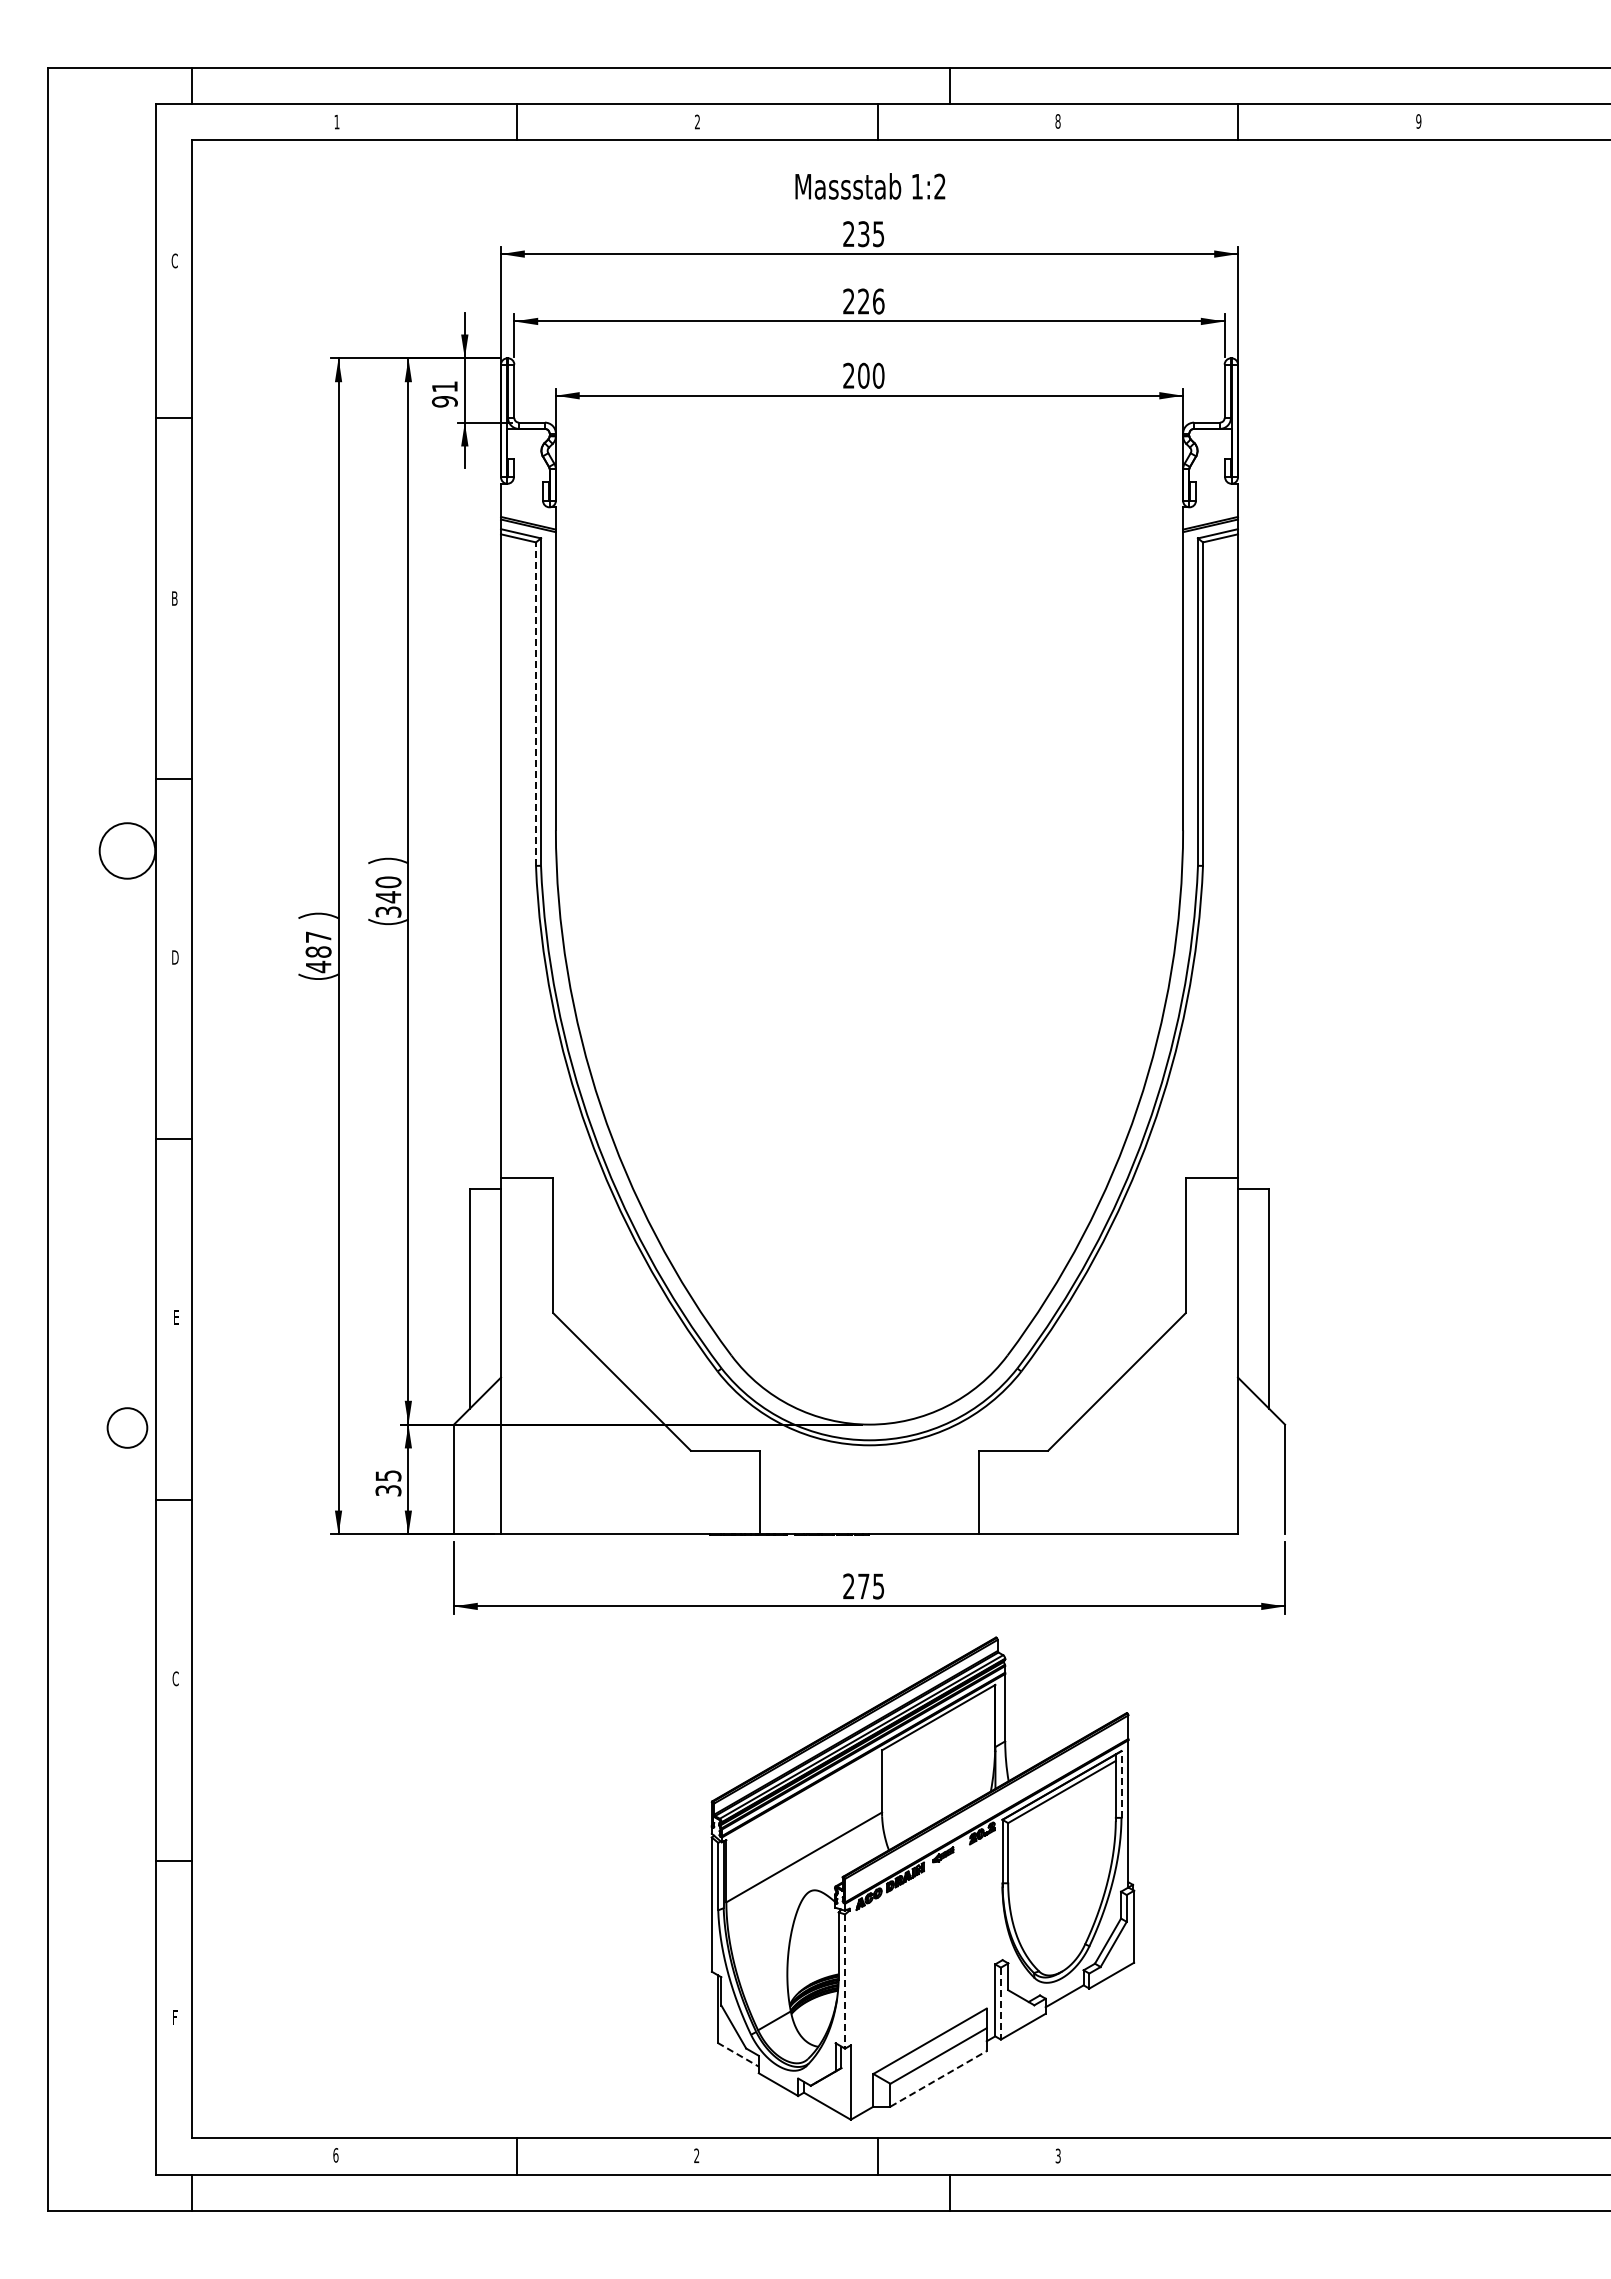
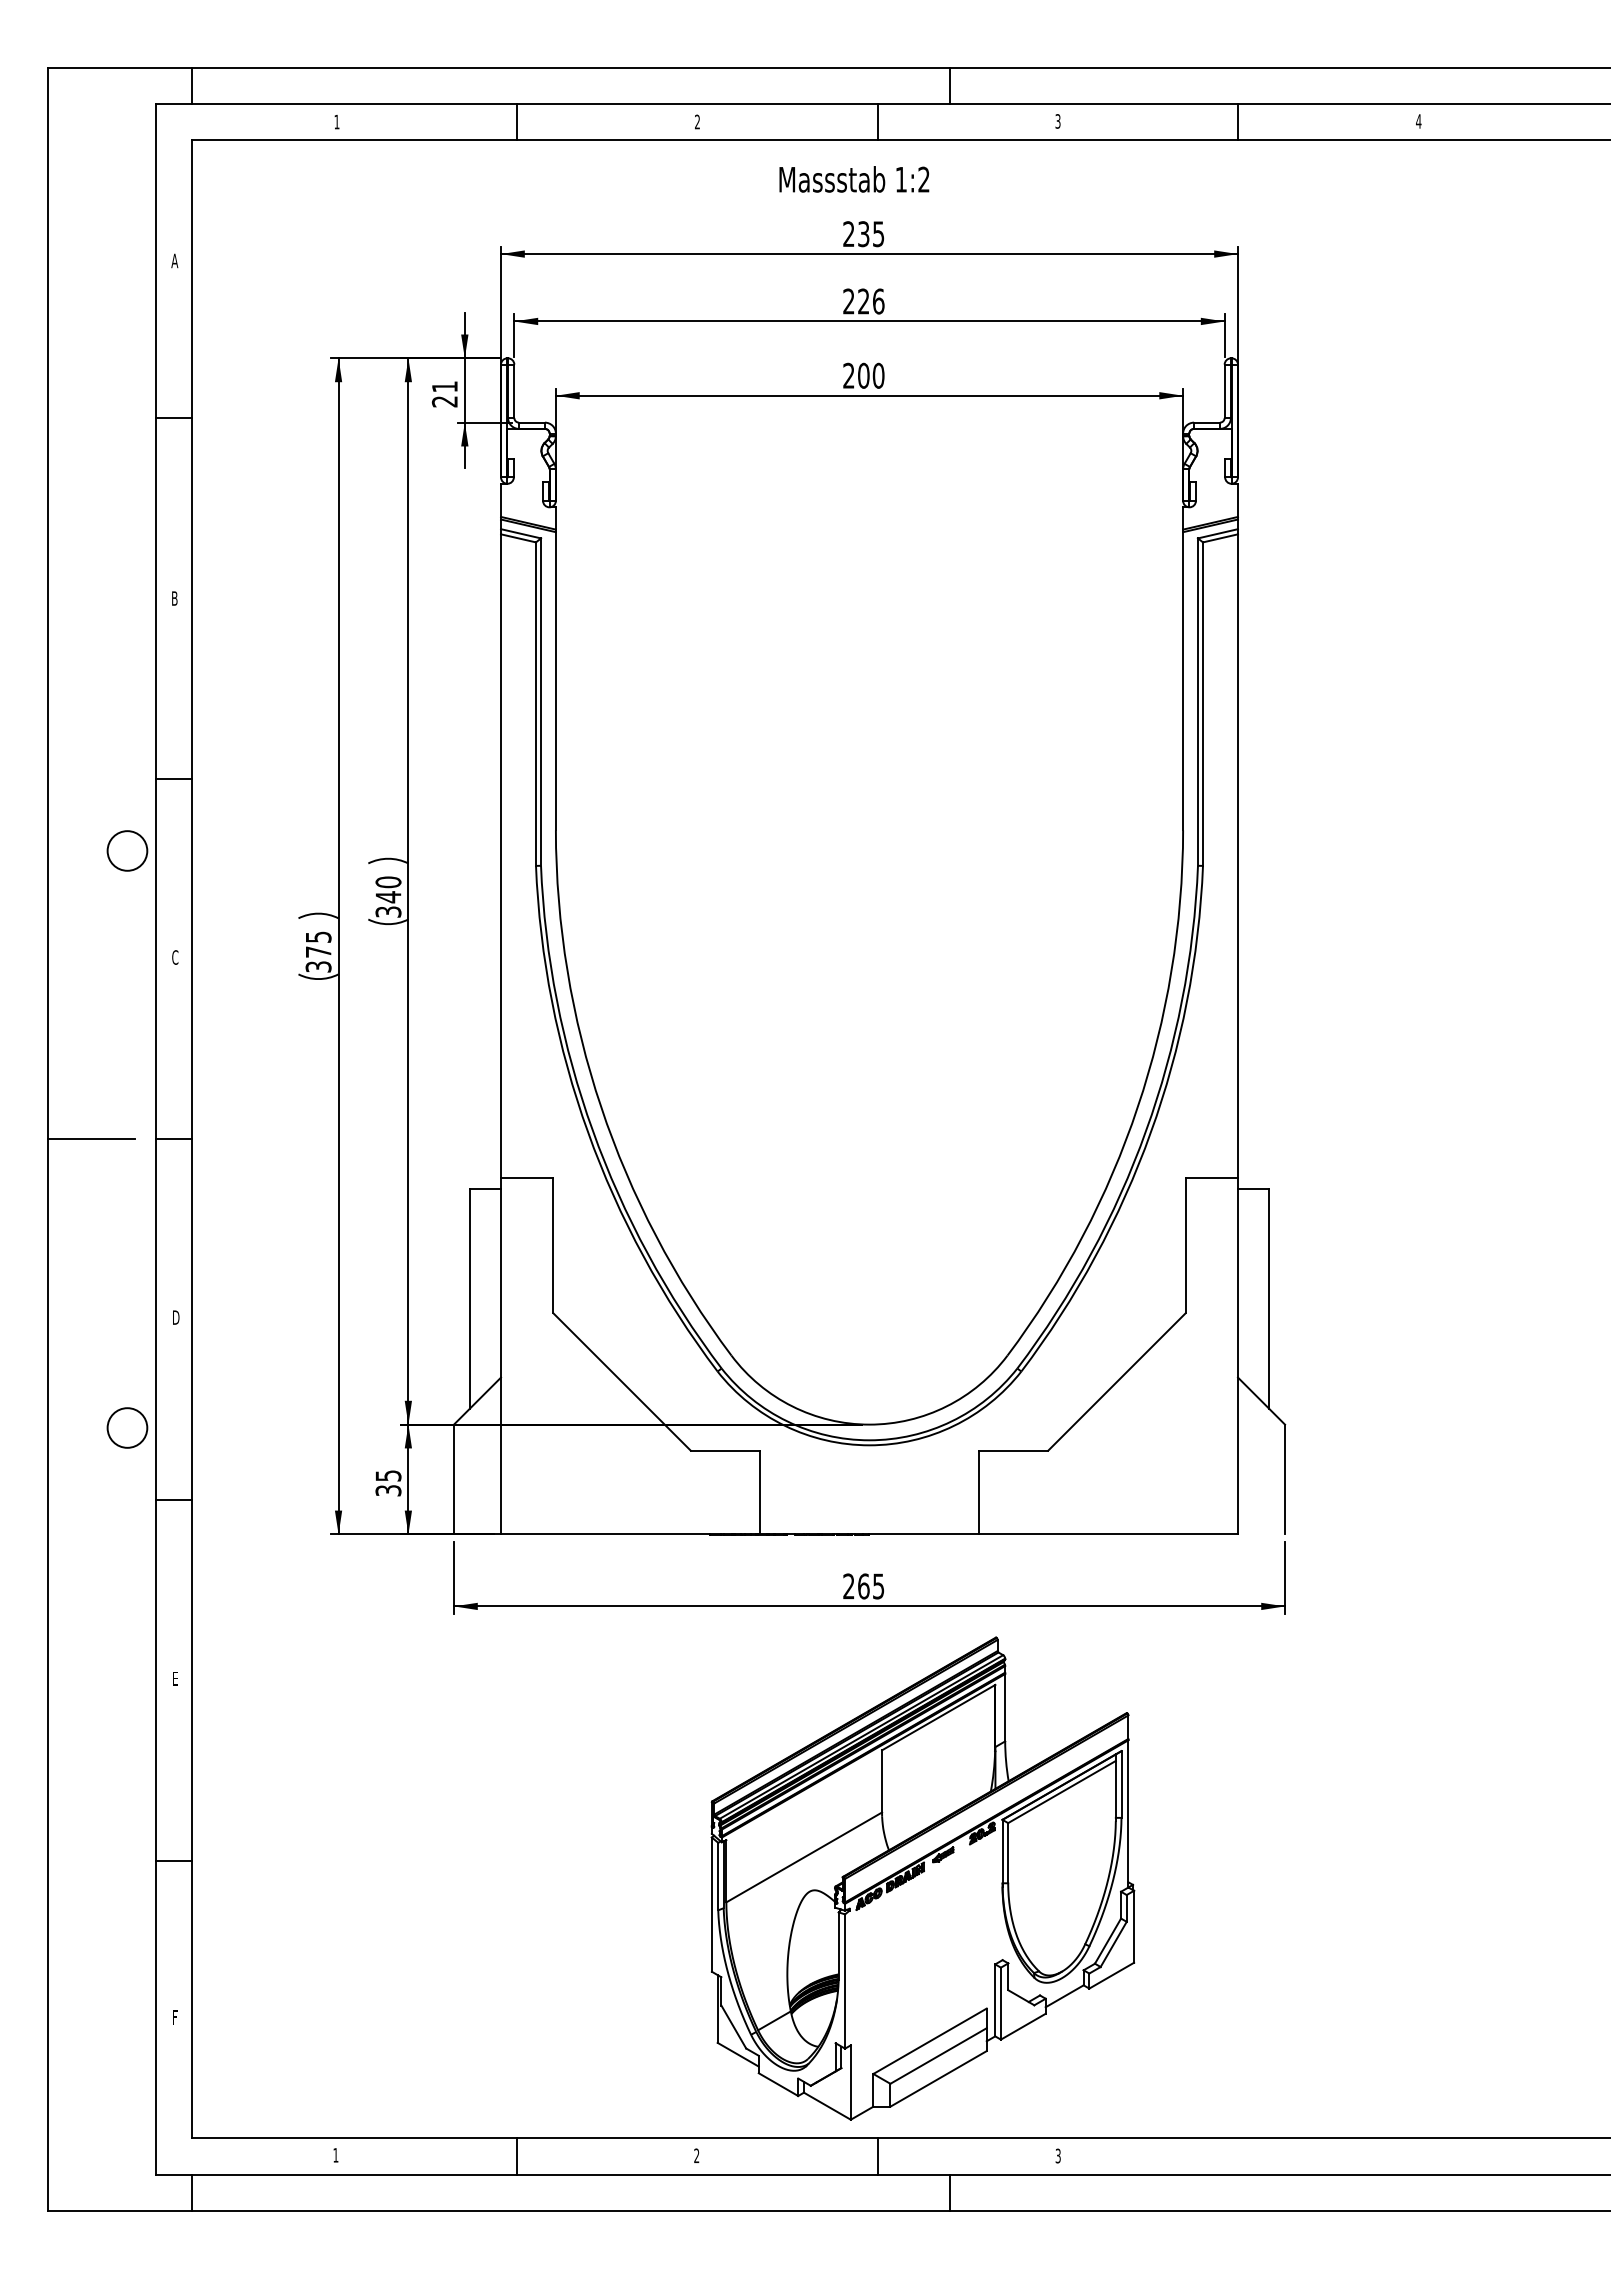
text at (1057, 121): 8 -> 3
text at (1418, 121): 9 -> 4
text at (870, 186) position: (870, 186) -> (854, 179)
text at (174, 260): C -> A
text at (444, 401): 91 -> 21
line at (536, 704): dashed -> solid
circle at (127, 850) diameter: 56 px -> 40 px
text at (318, 952): 487 -> 375
text at (175, 957): D -> C
line at (91, 1139): none -> present
text at (176, 1317): E -> D
text at (863, 1586): 275 -> 265
text at (175, 1678): C -> E
line at (1121, 1784): dashed -> solid
line at (845, 1982): dashed -> solid
line at (1000, 2003): dashed -> solid
line at (738, 2054): dashed -> solid
line at (938, 2078): dashed -> solid
text at (335, 2155): 6 -> 1
